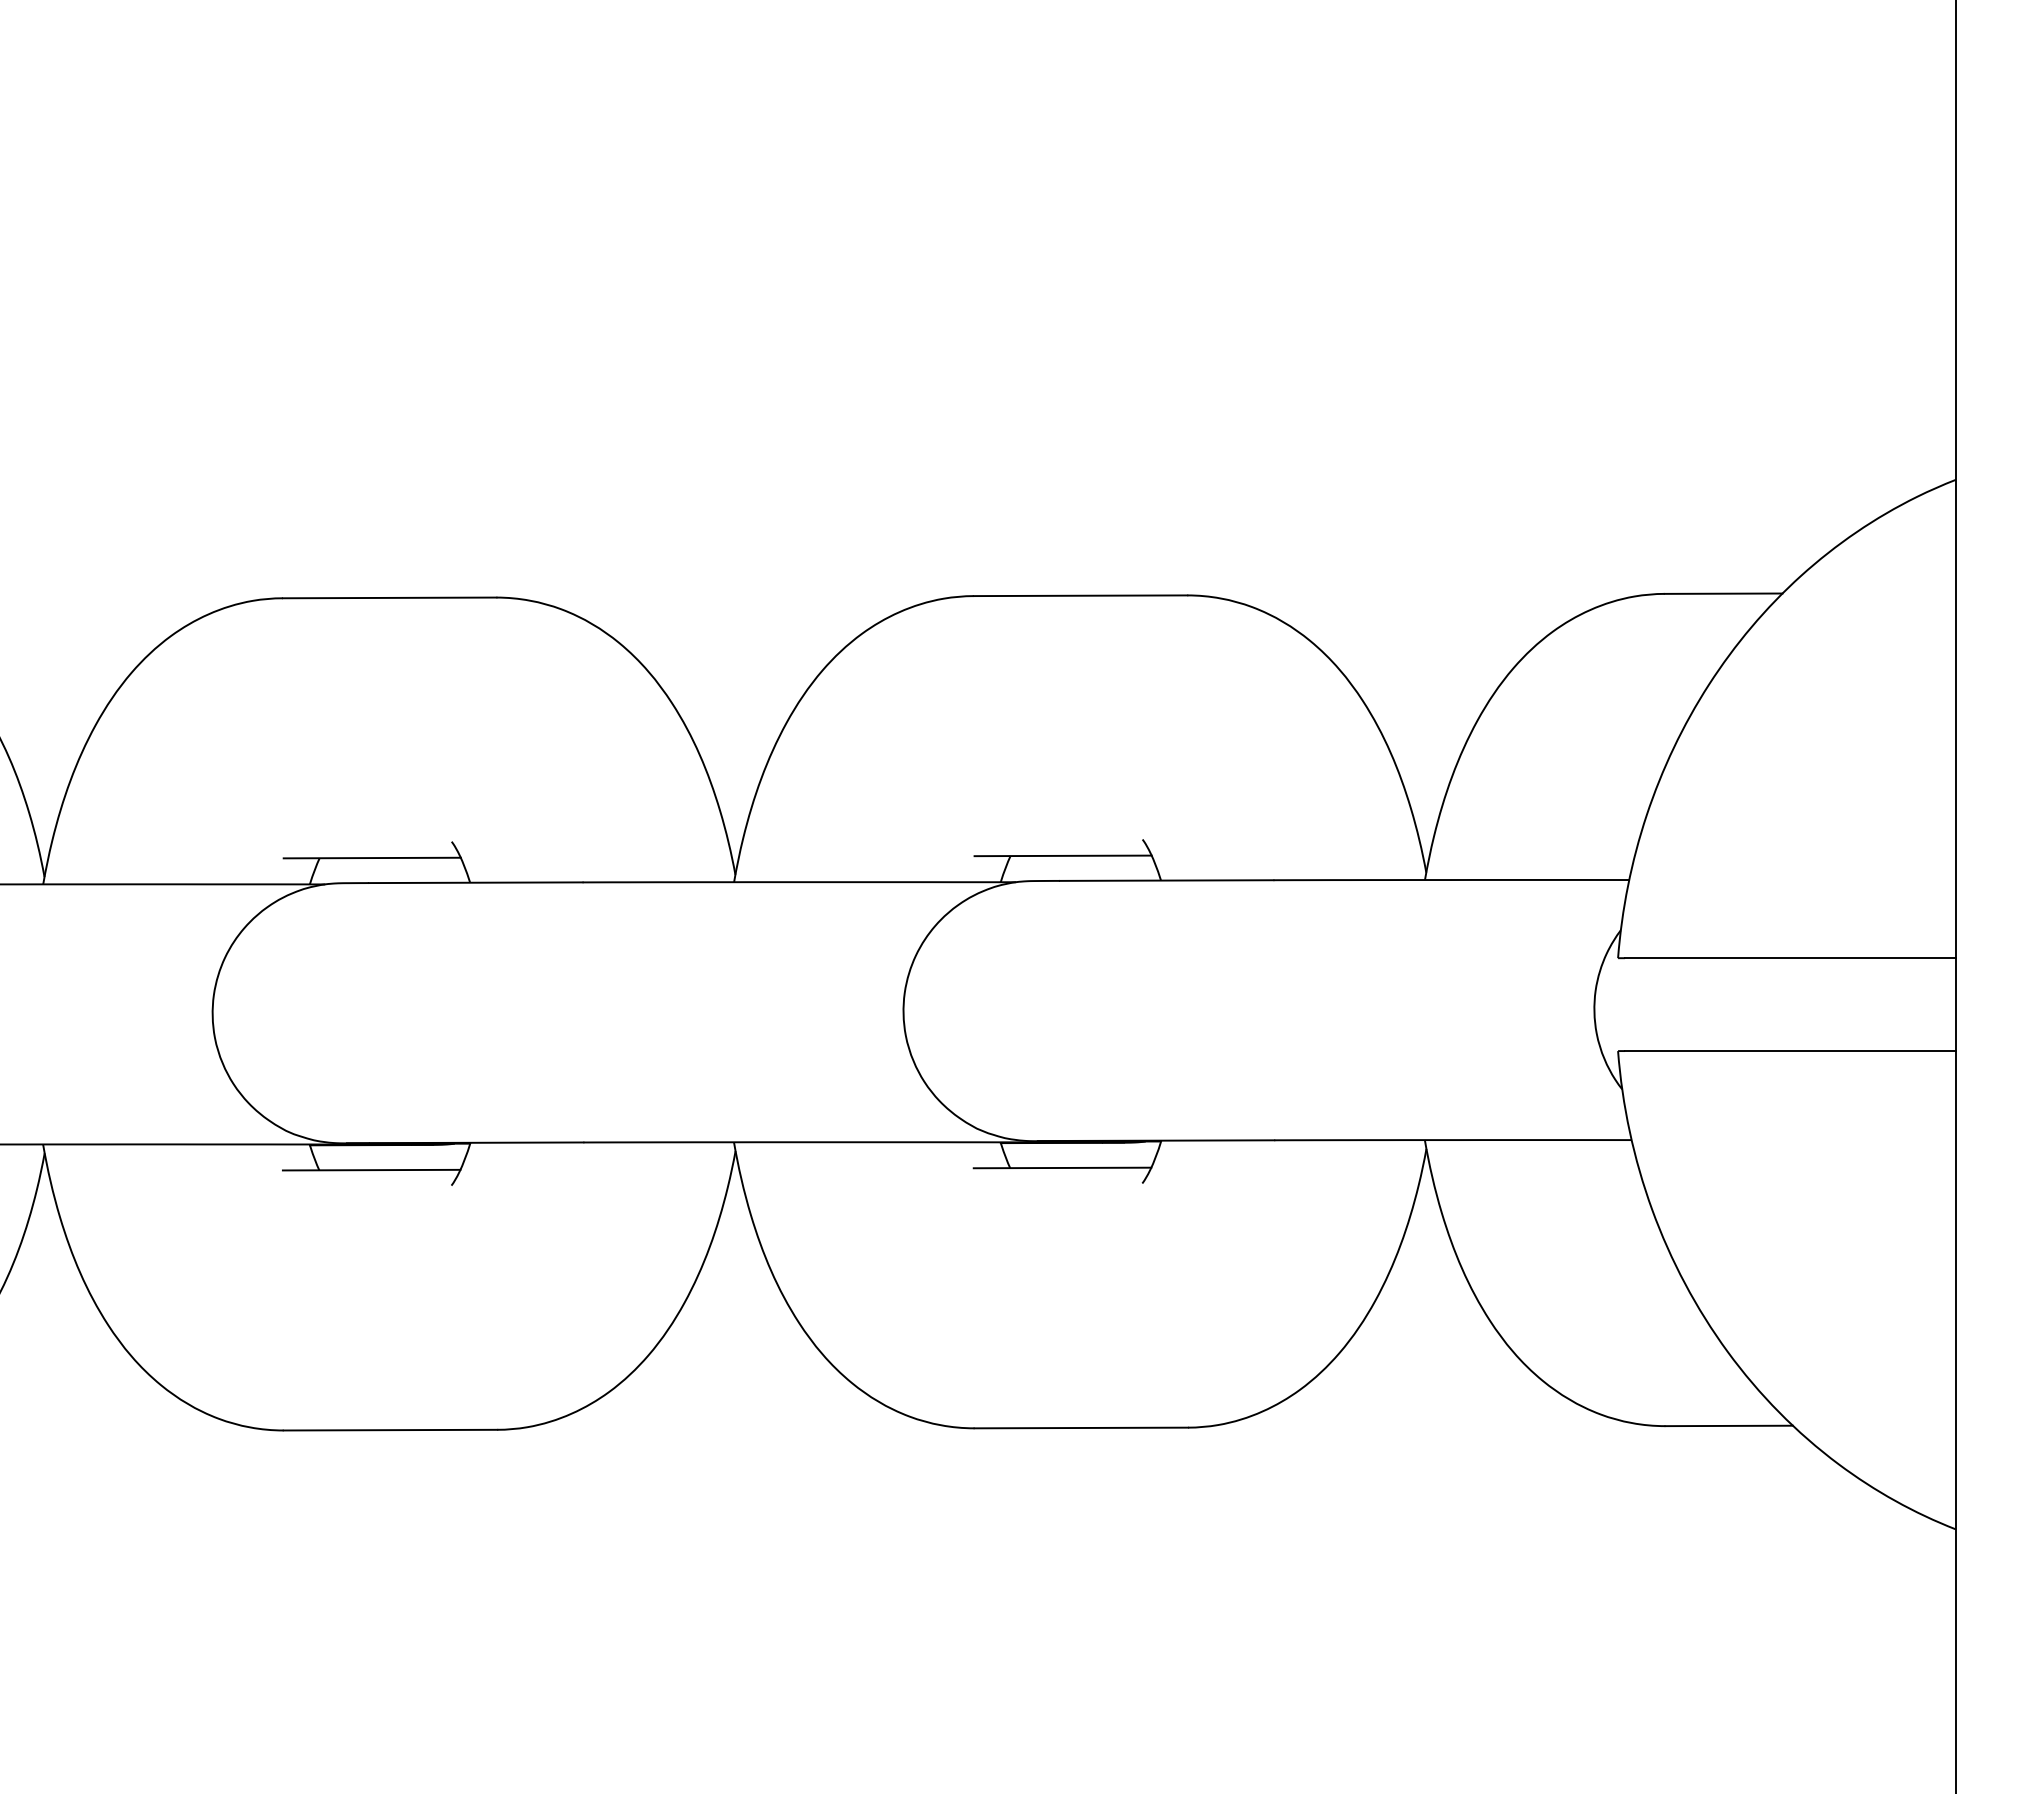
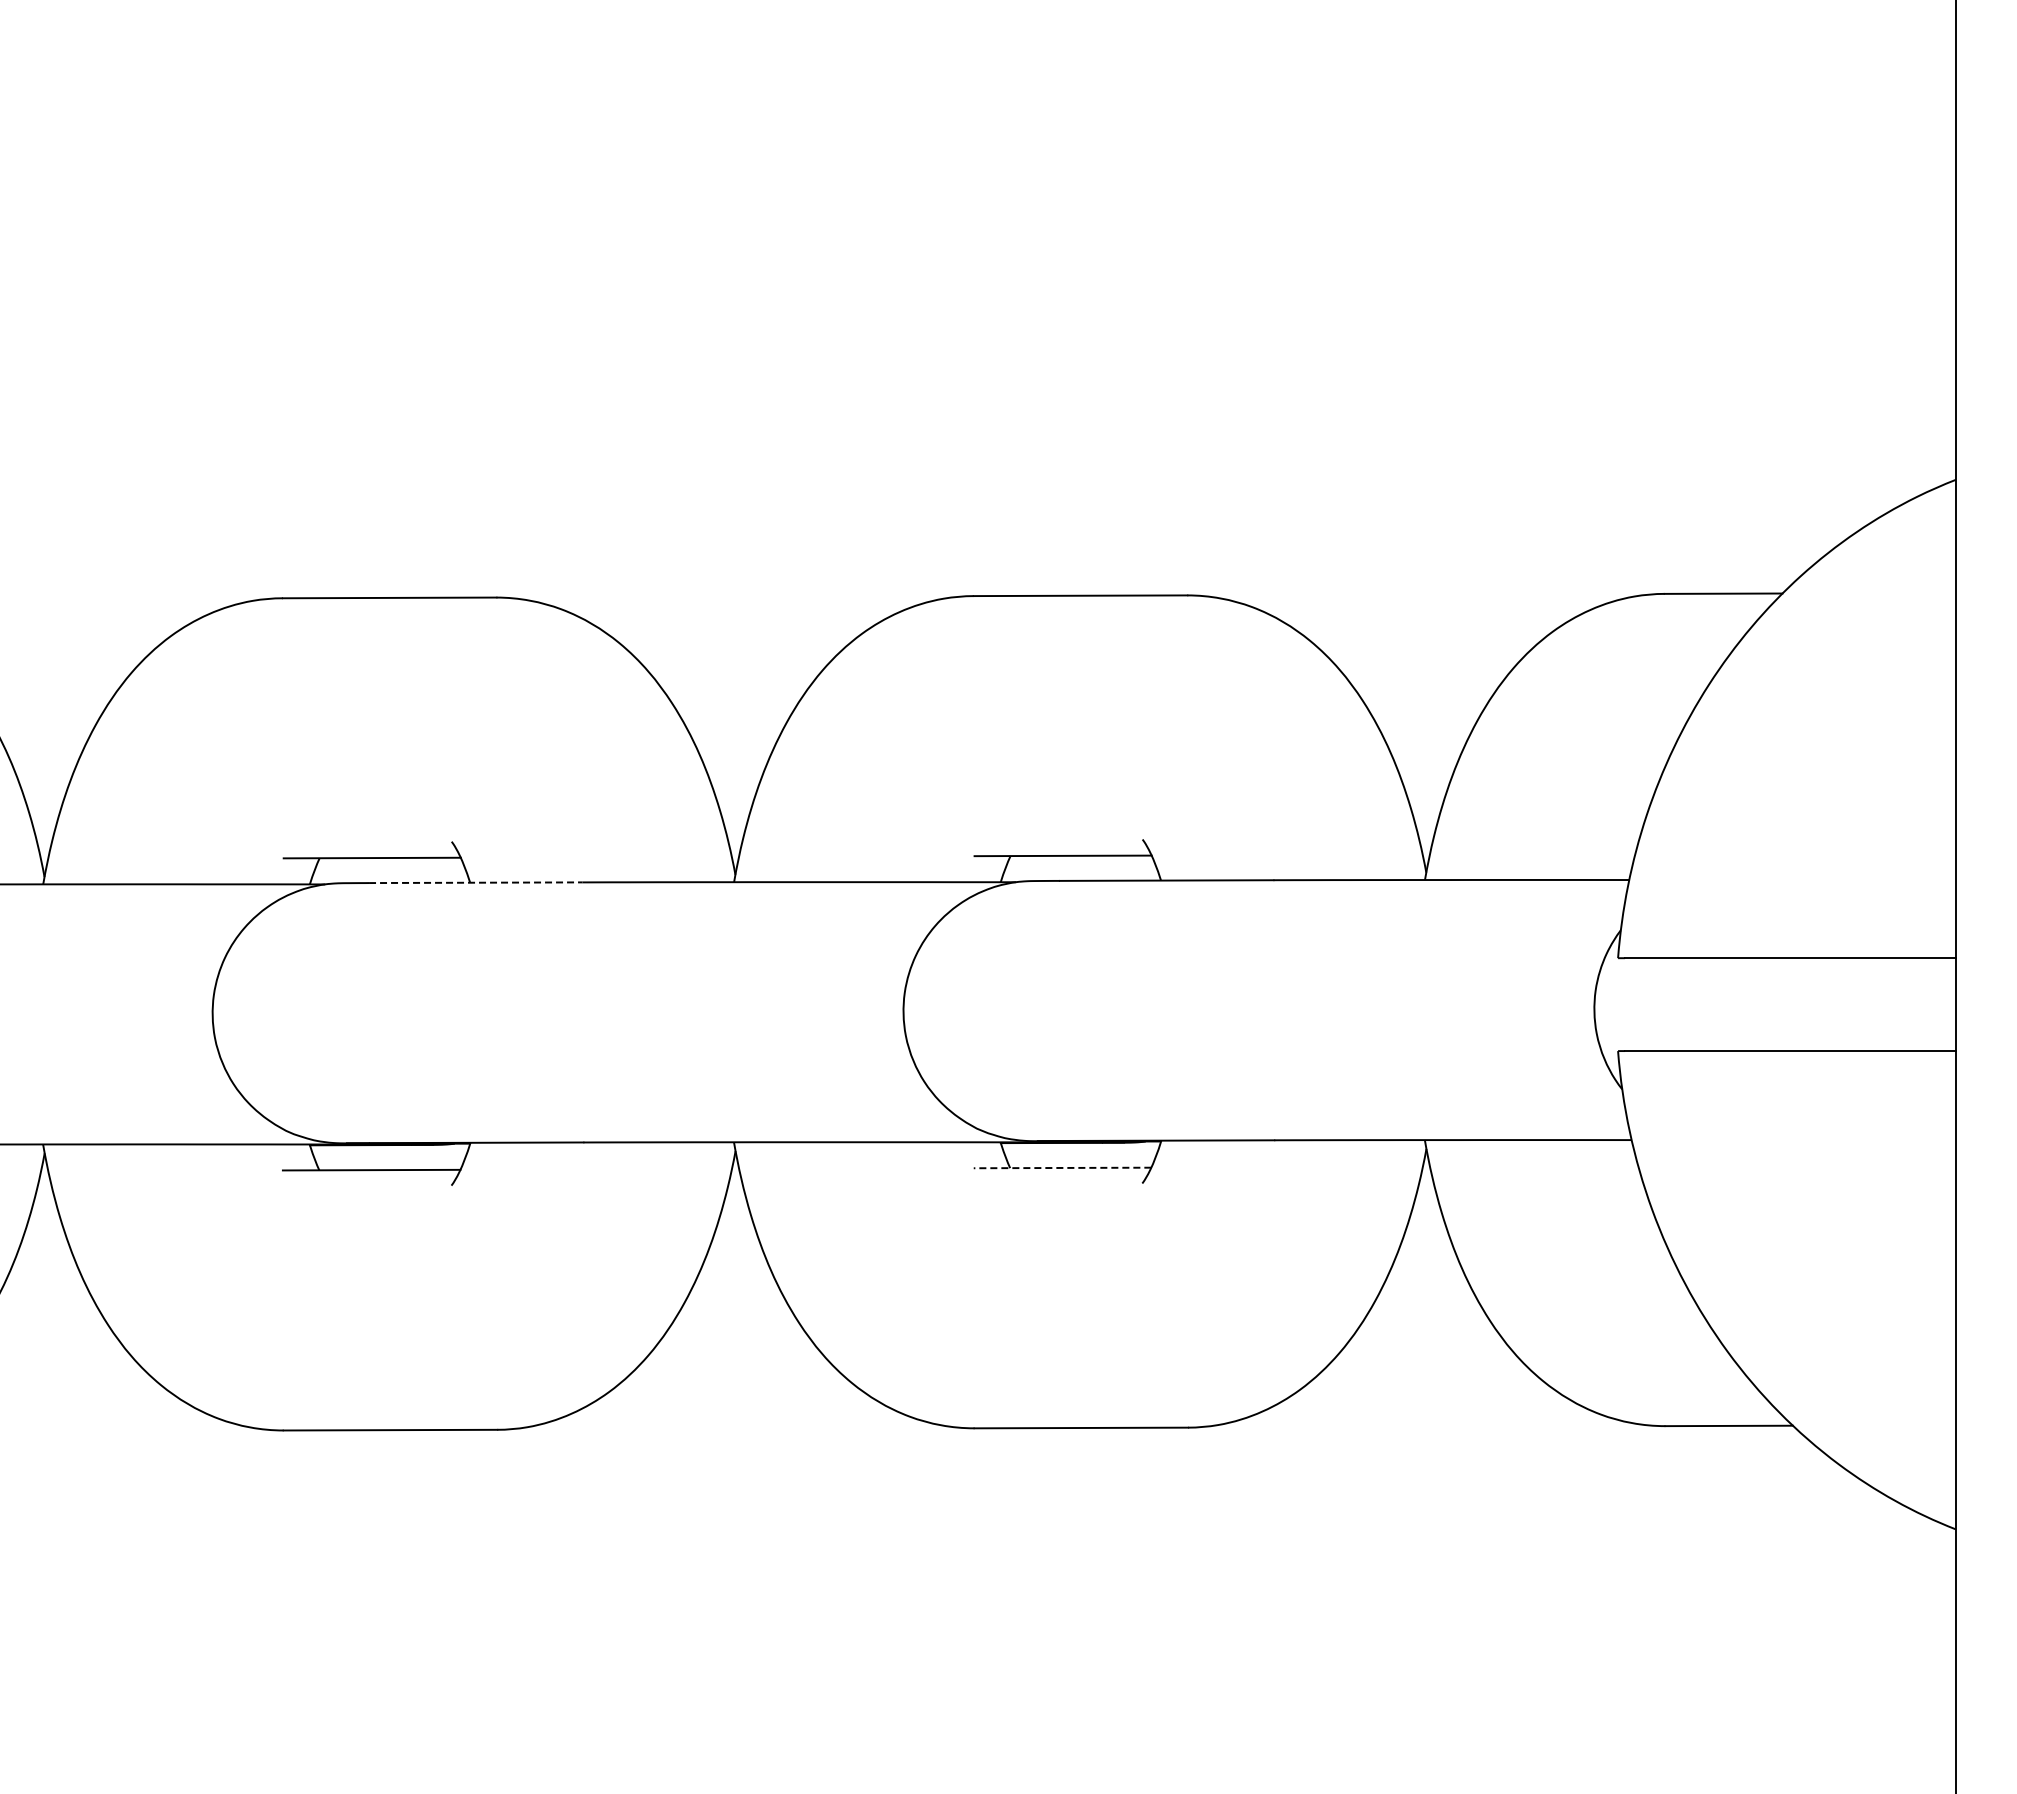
line at (475, 882): solid -> dashed
line at (1062, 1167): solid -> dashed
